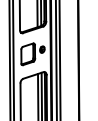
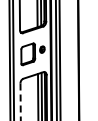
line at (20, 102): solid -> dashed
